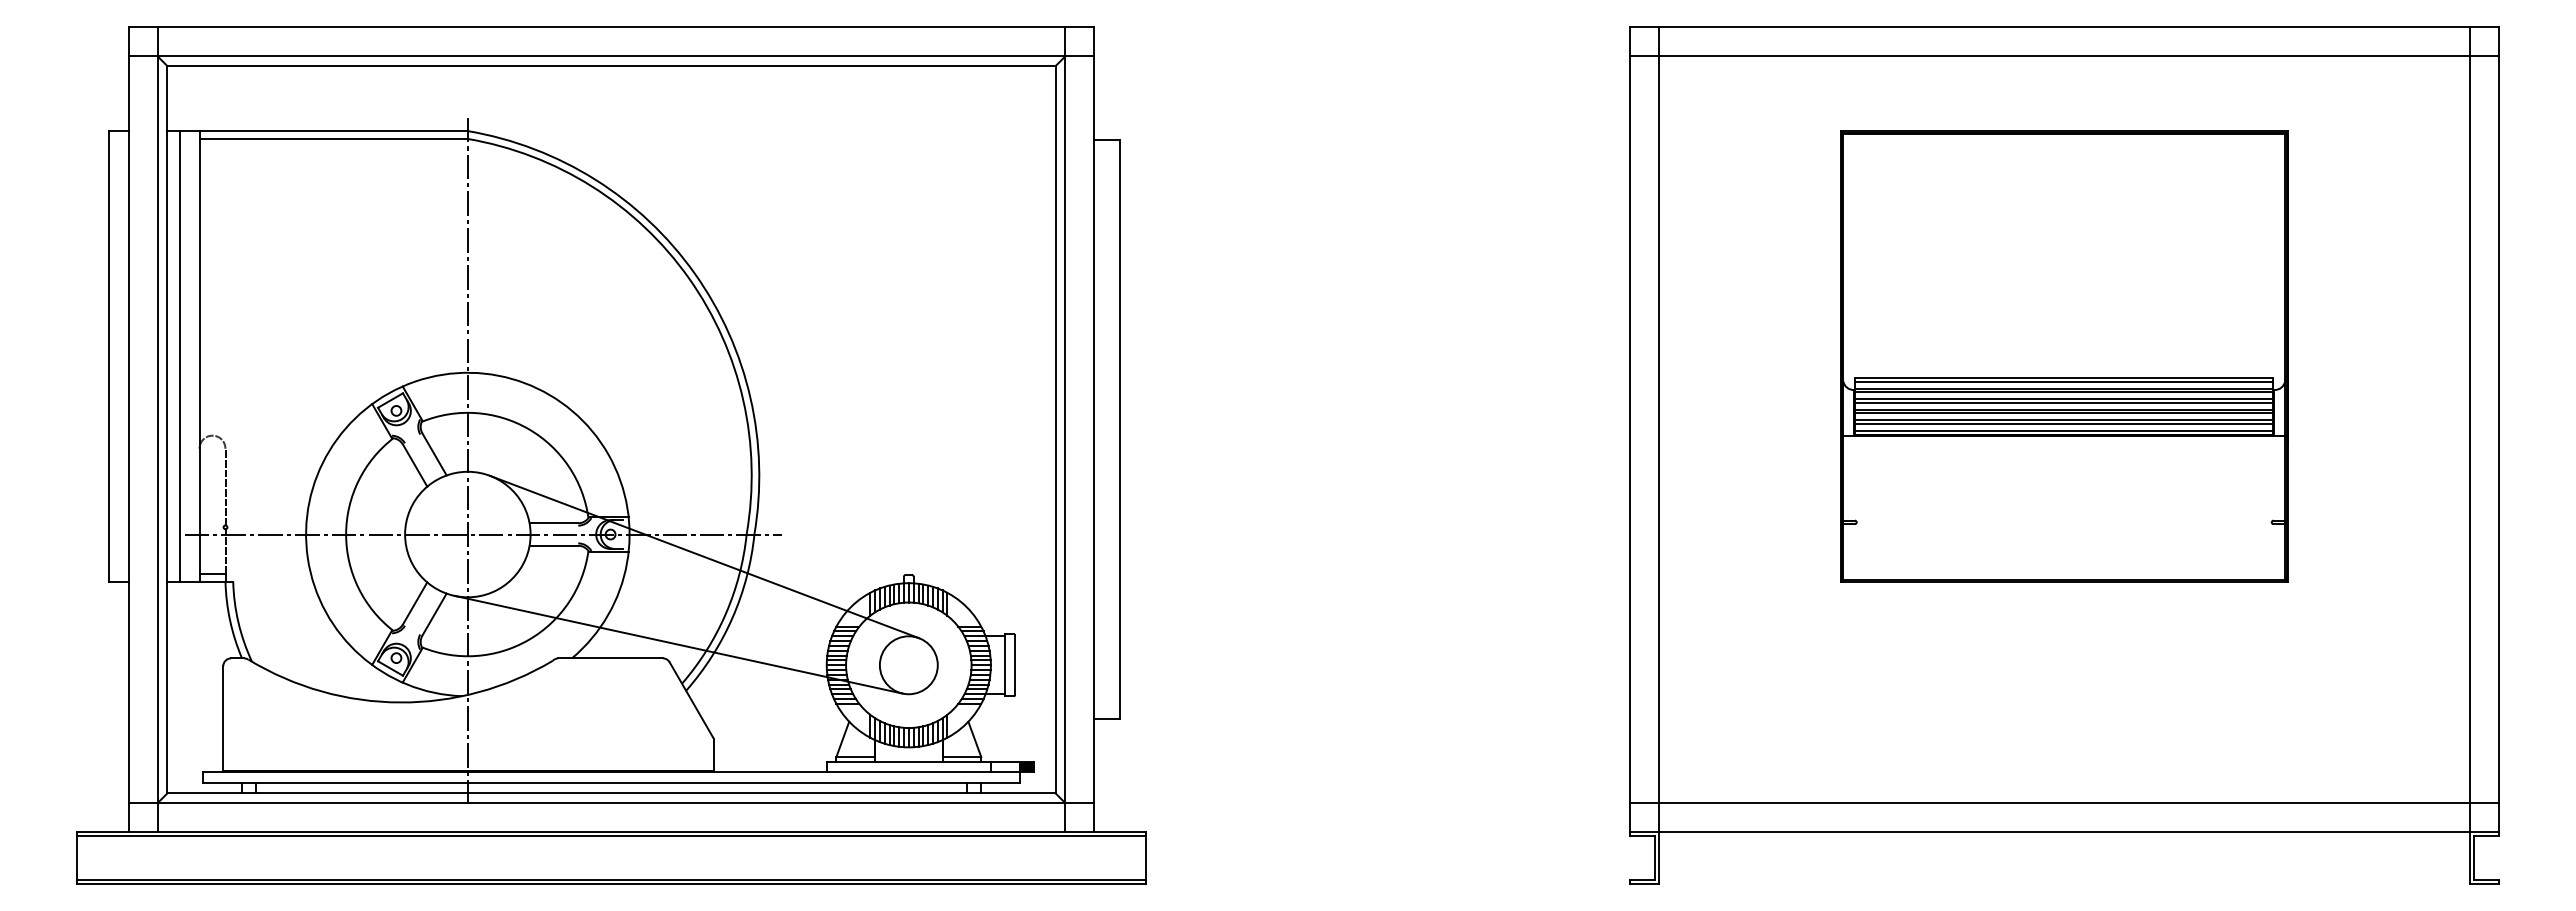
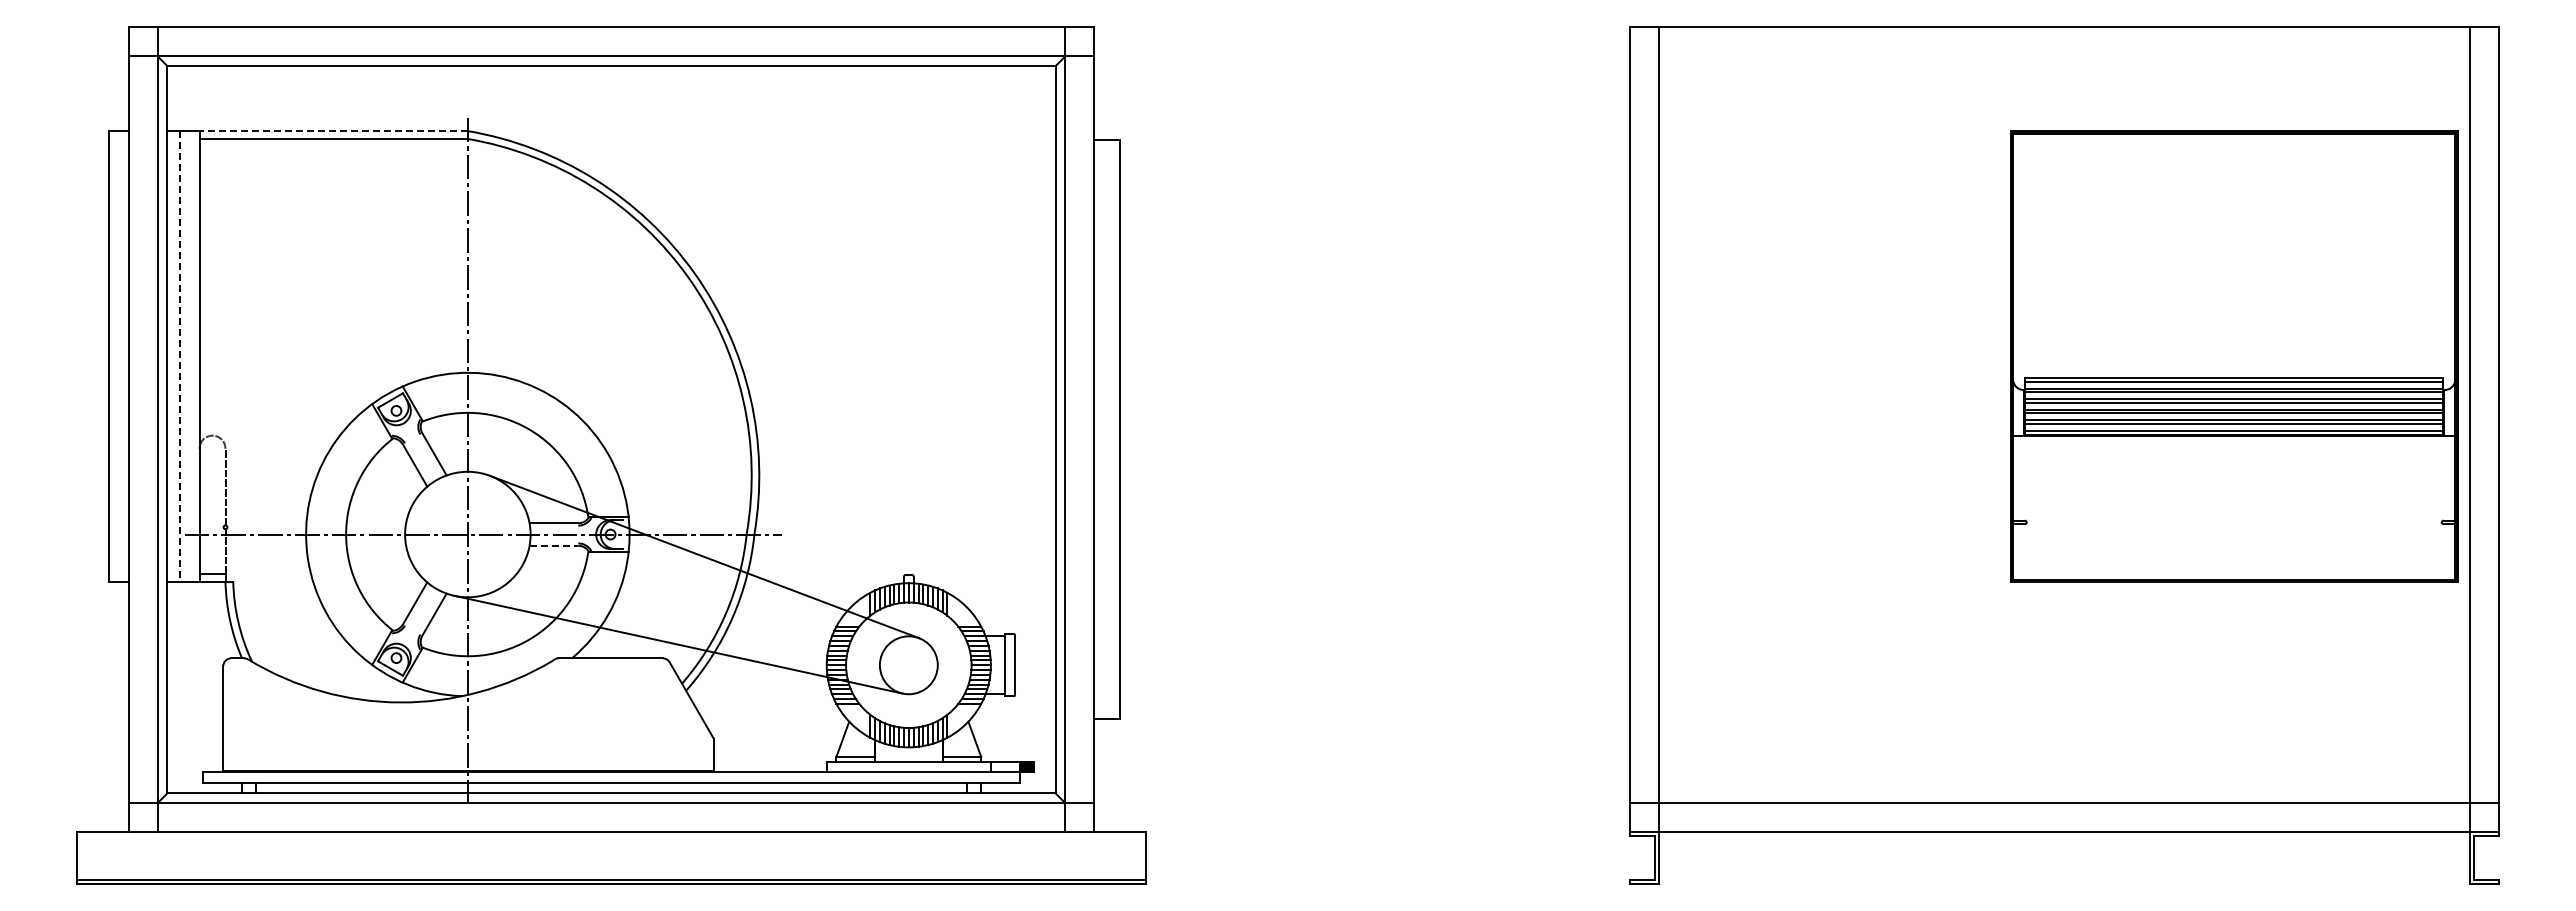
line at (2063, 56): present -> none
line at (333, 131): solid -> dashed
line at (180, 356): solid -> dashed
part at (2064, 356) position: (2064, 356) -> (2234, 356)
line at (554, 545): solid -> dashed
line at (611, 835): present -> none
